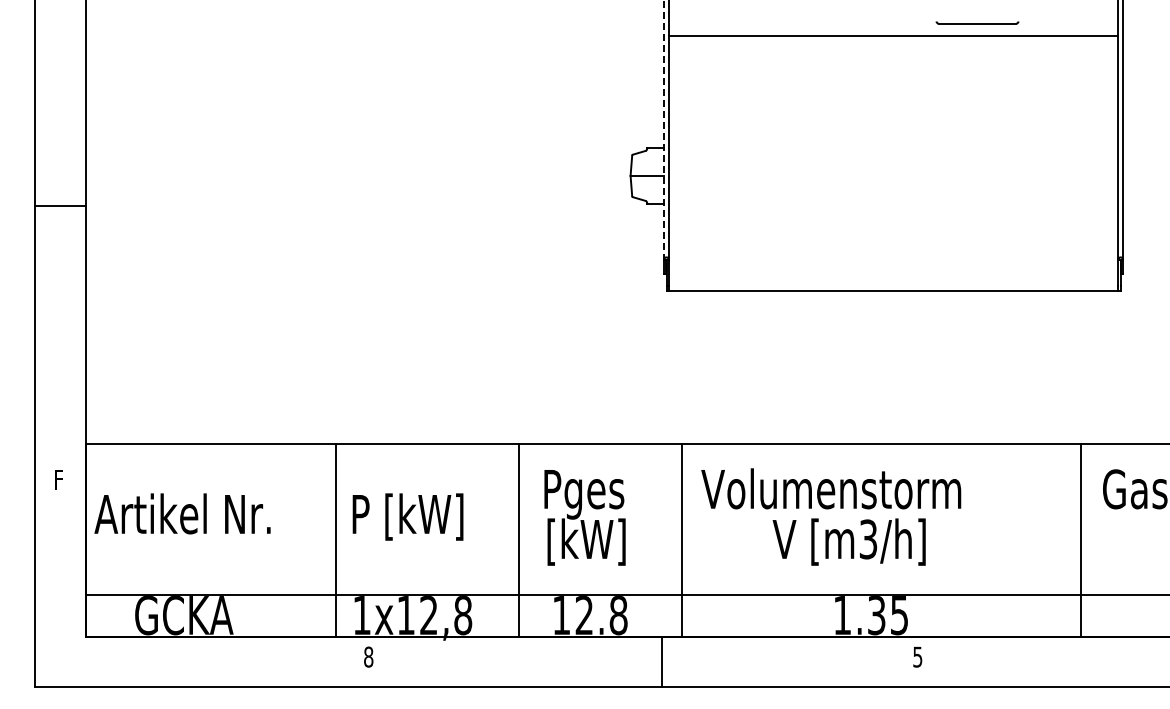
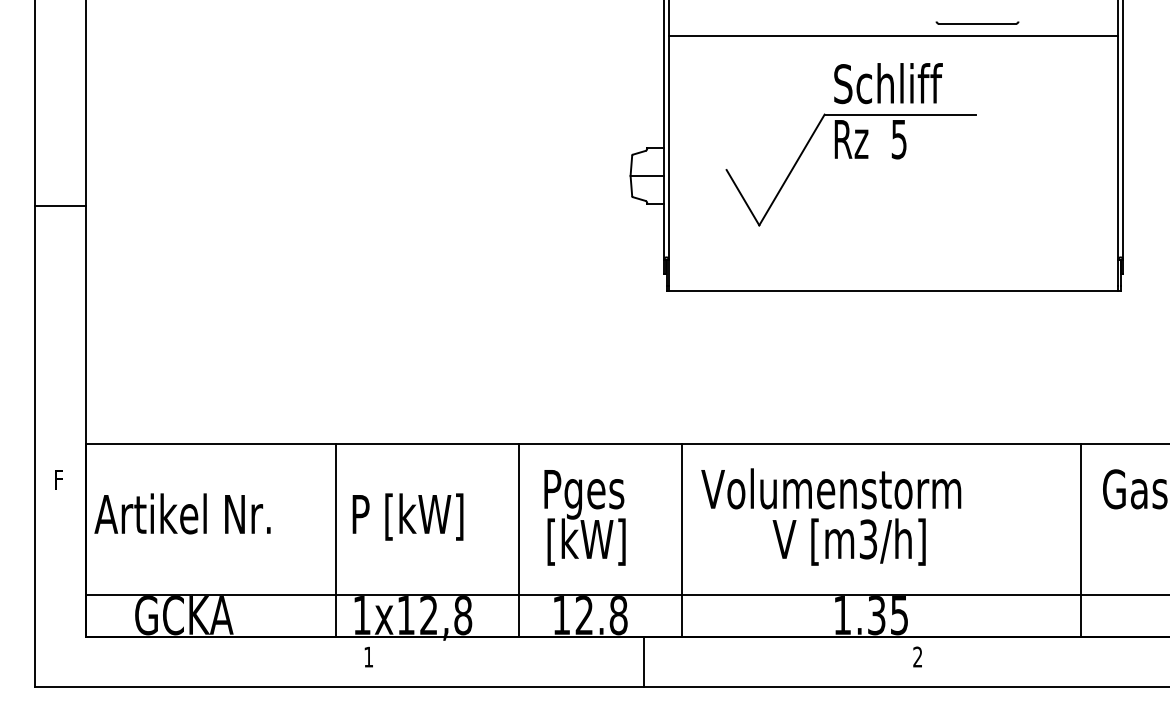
line at (664, 130): dashed -> solid
part at (850, 144): none -> present
text at (368, 656): 8 -> 1
text at (917, 656): 5 -> 2
line at (662, 661) position: (662, 661) -> (644, 661)
